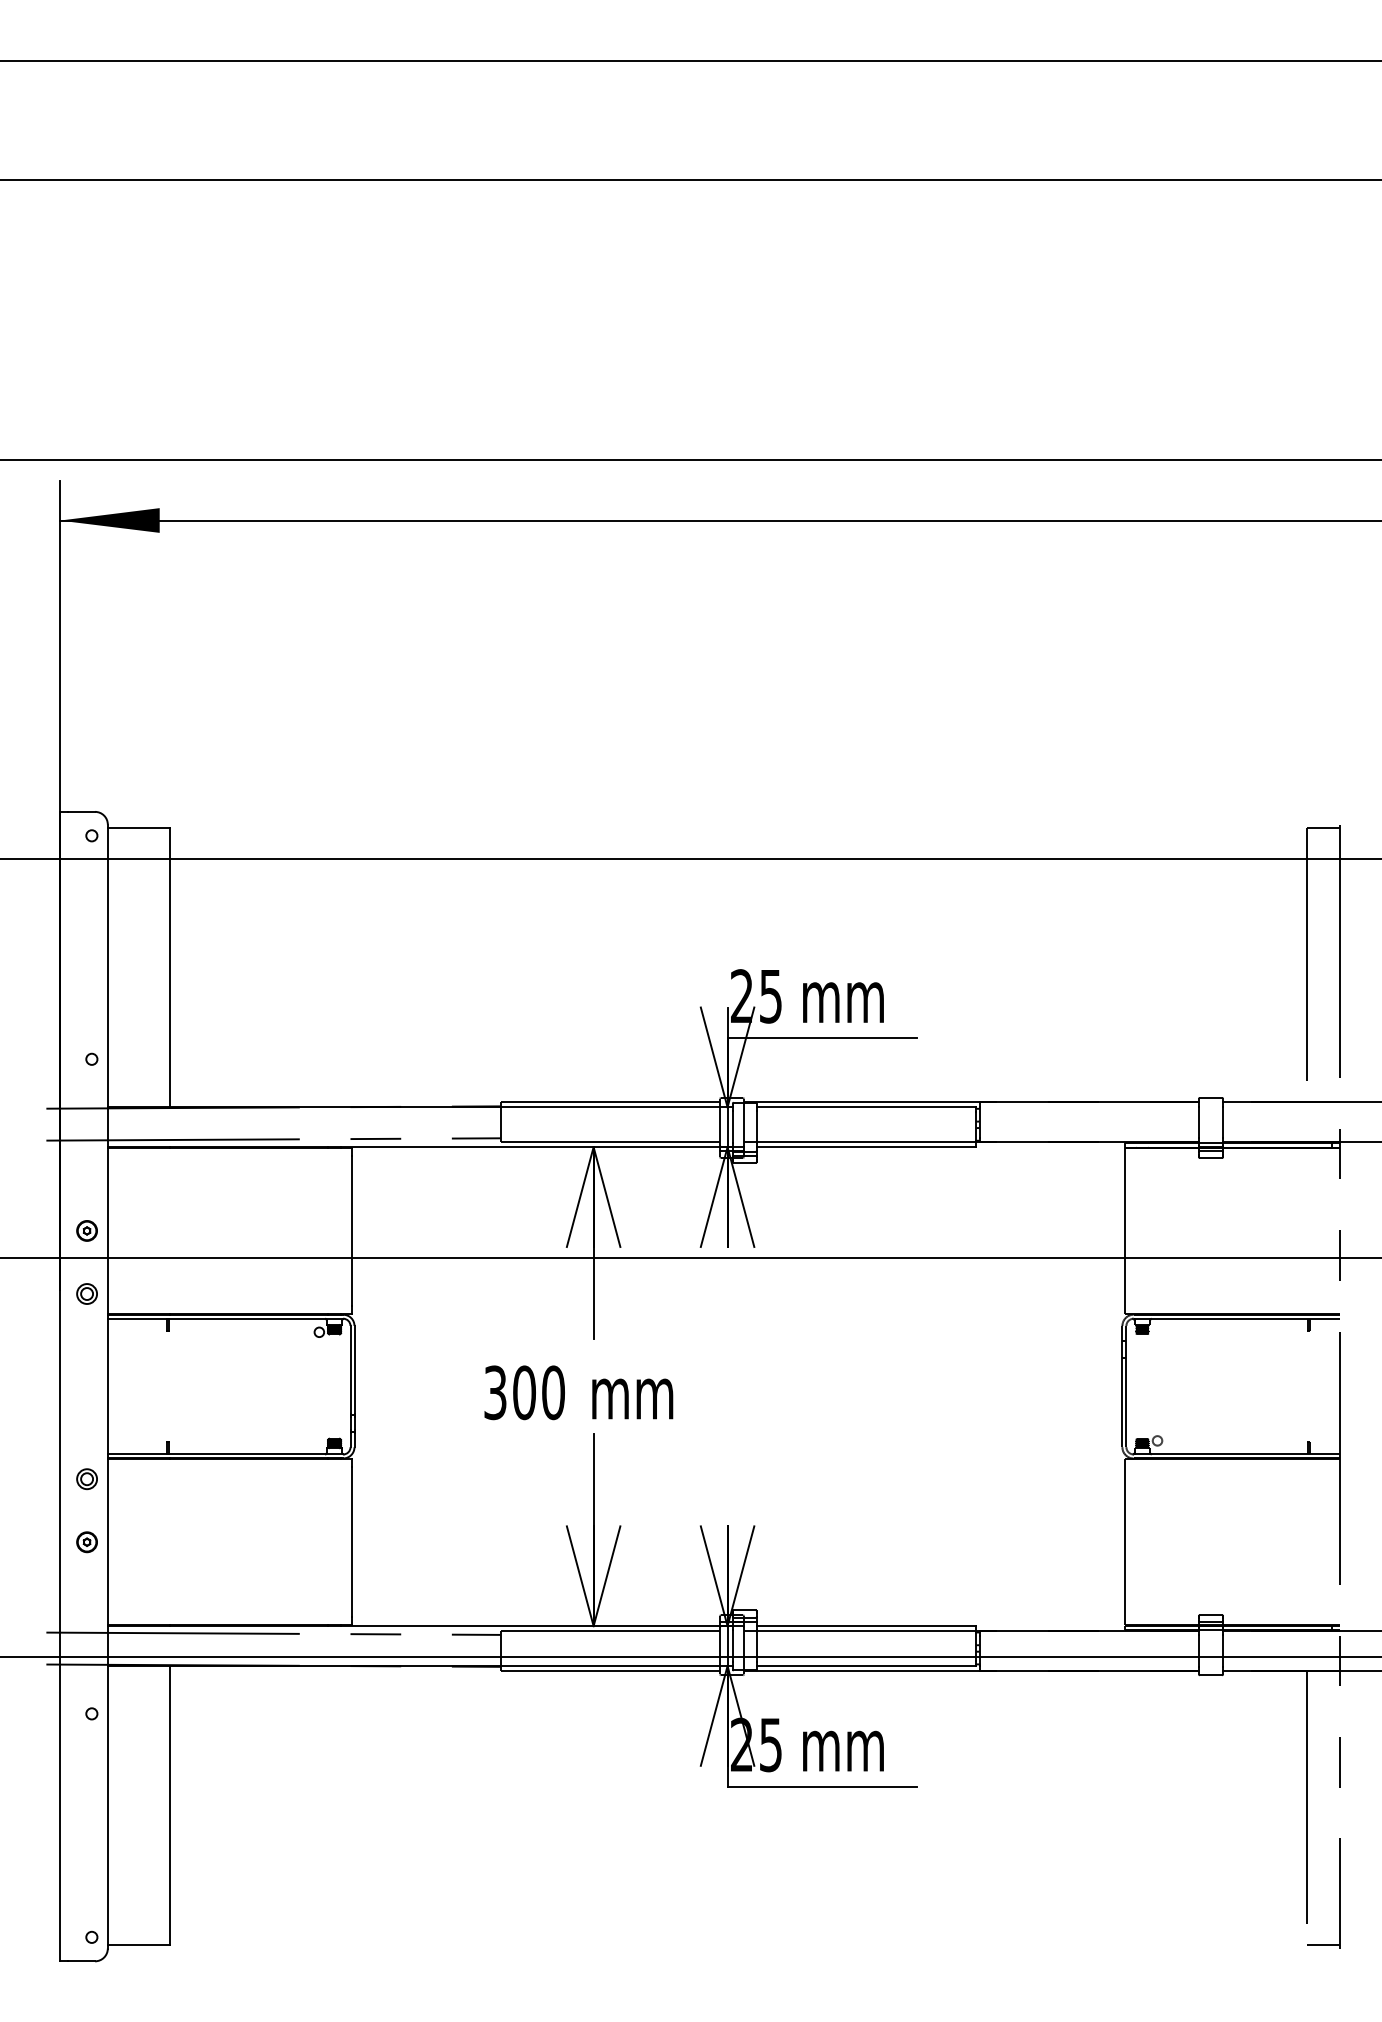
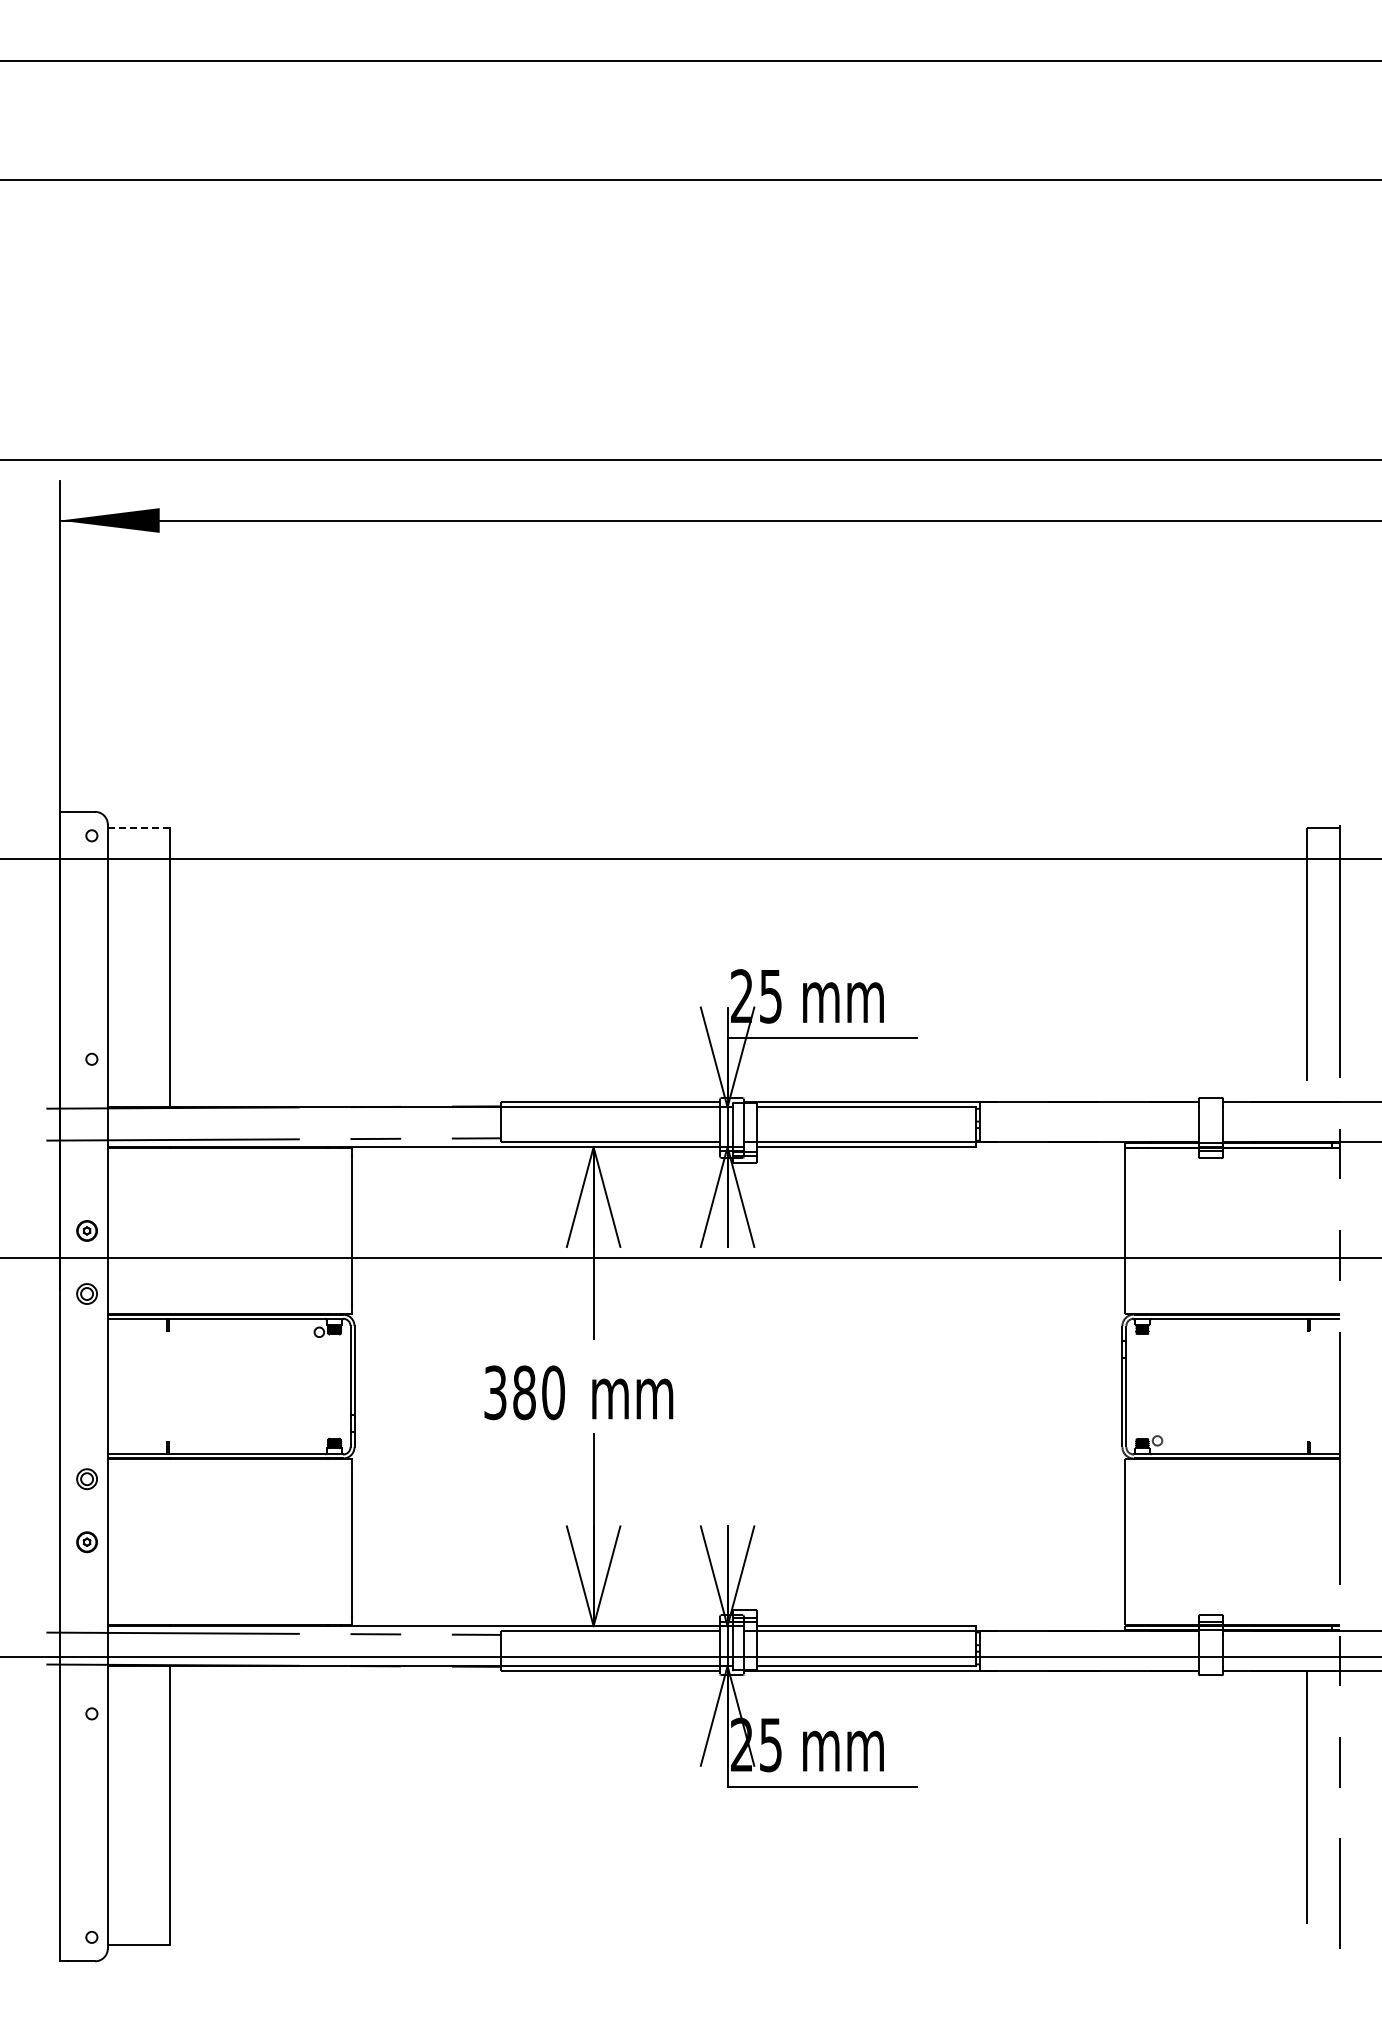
line at (138, 827): solid -> dashed
text at (524, 1392): 300 -> 380
line at (1323, 1945): present -> none
